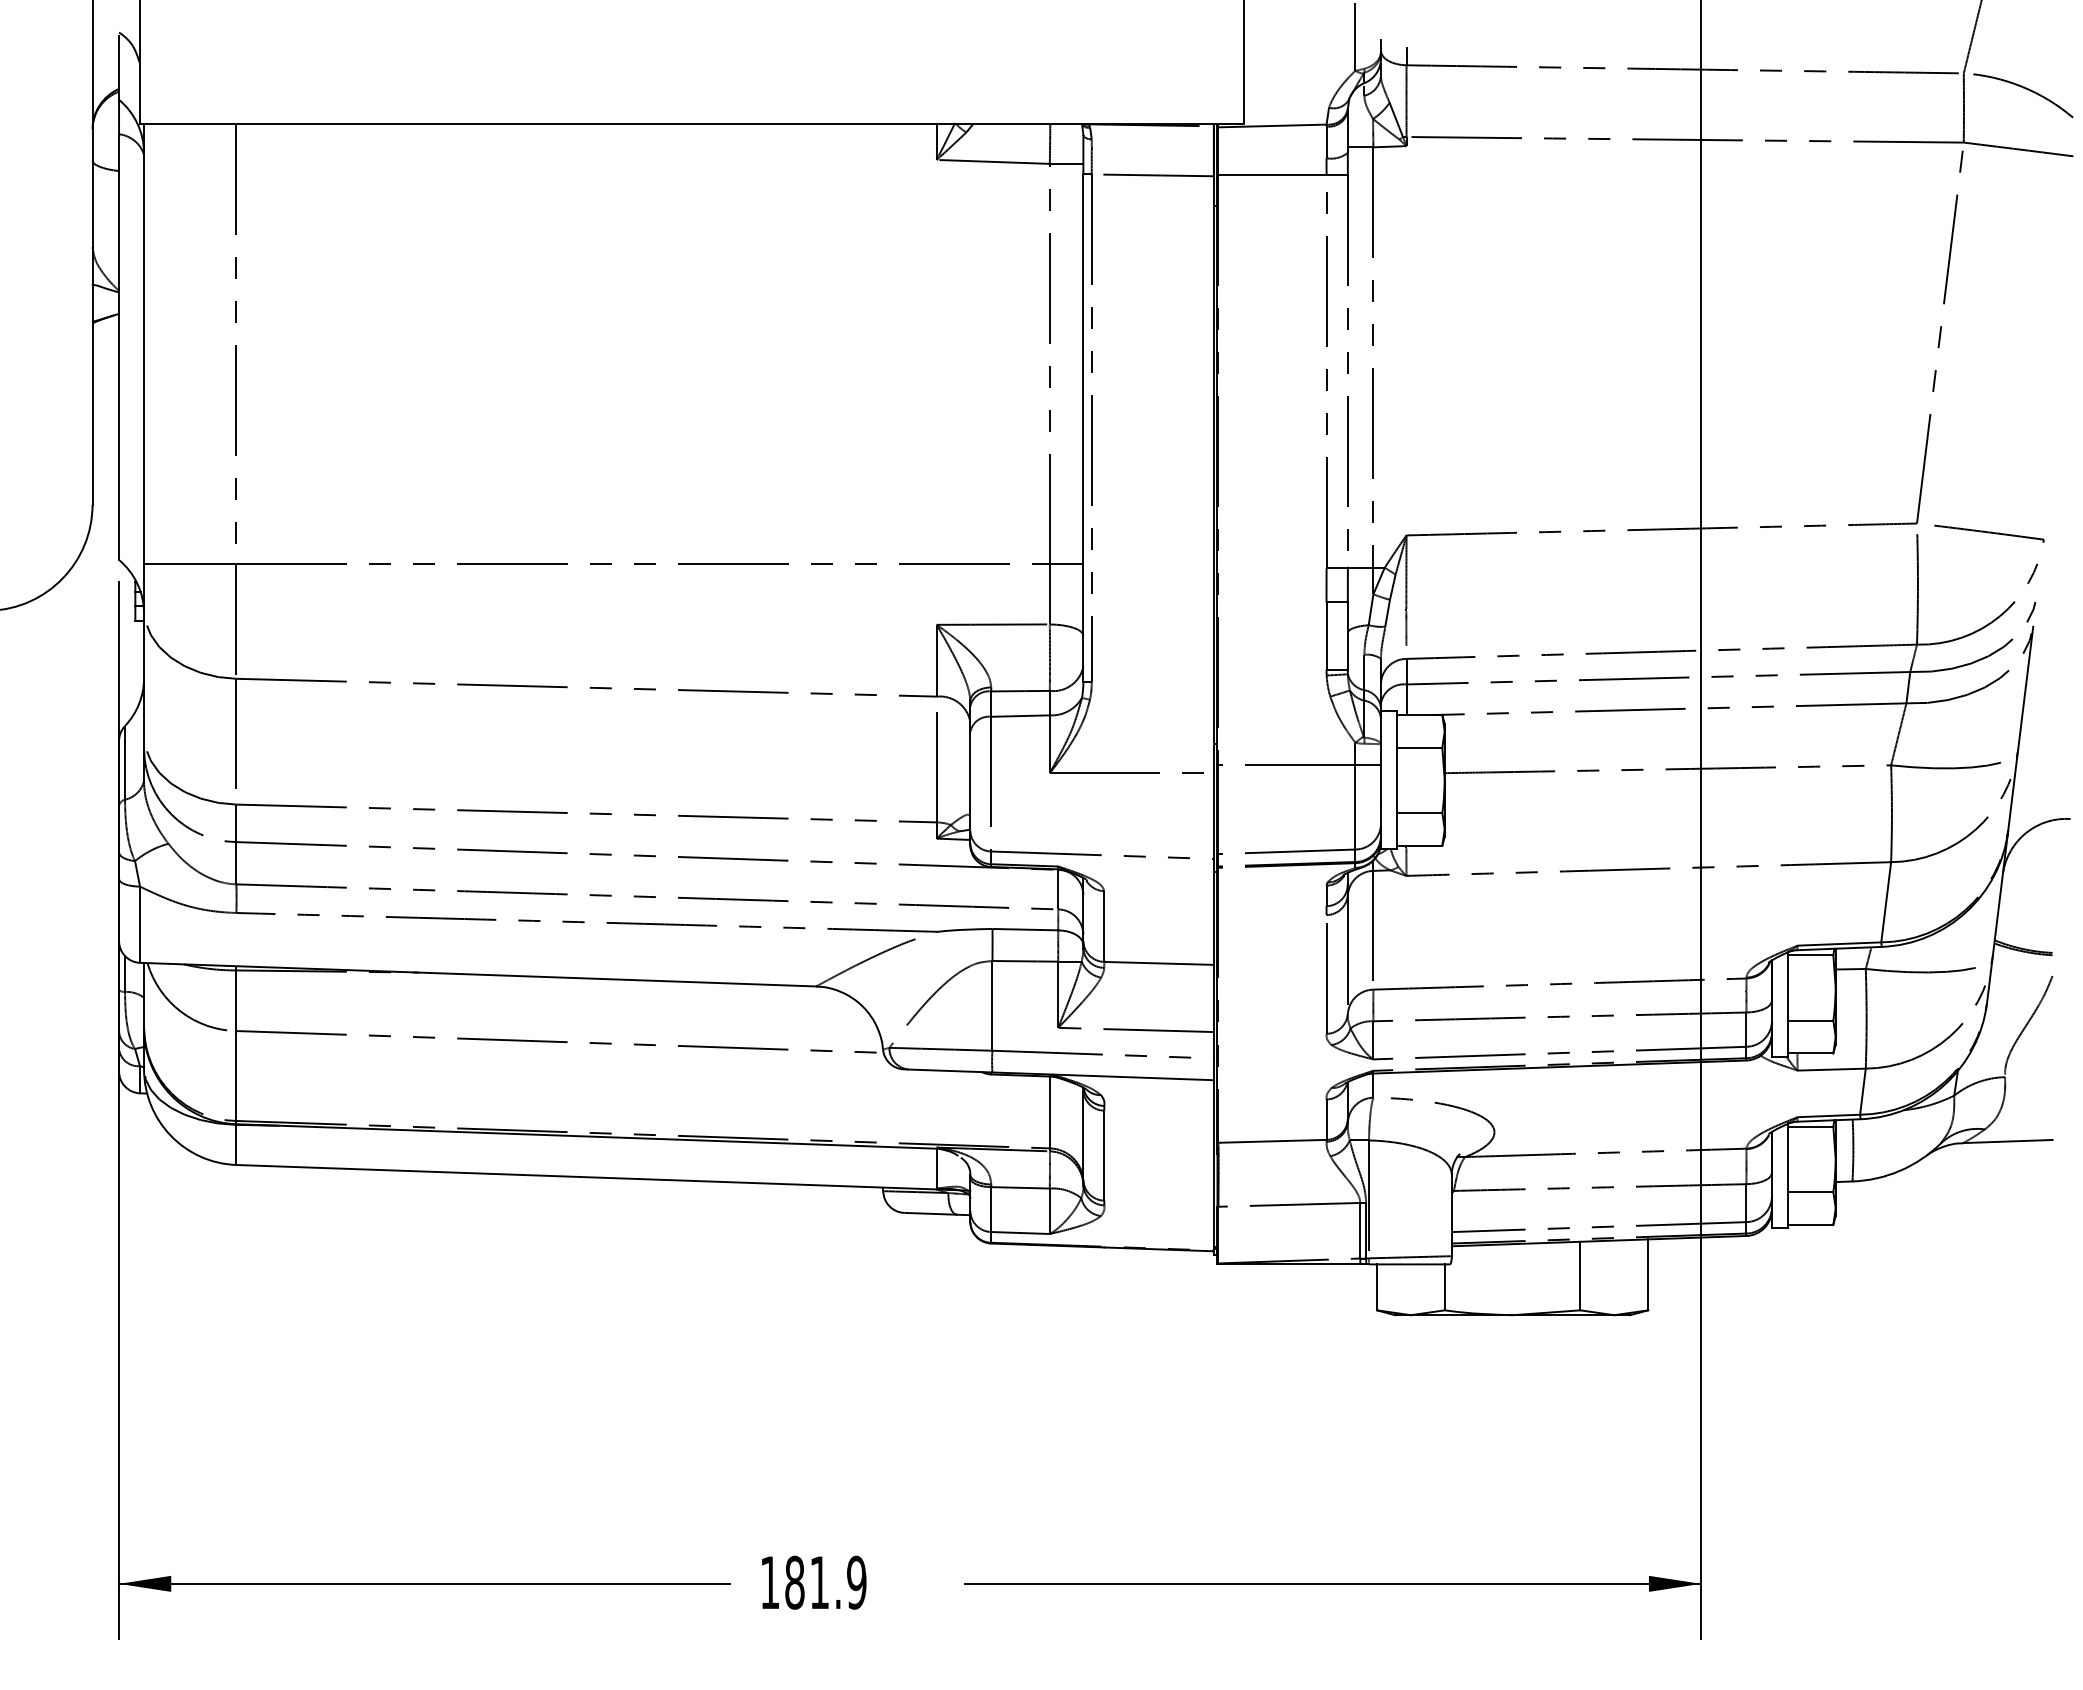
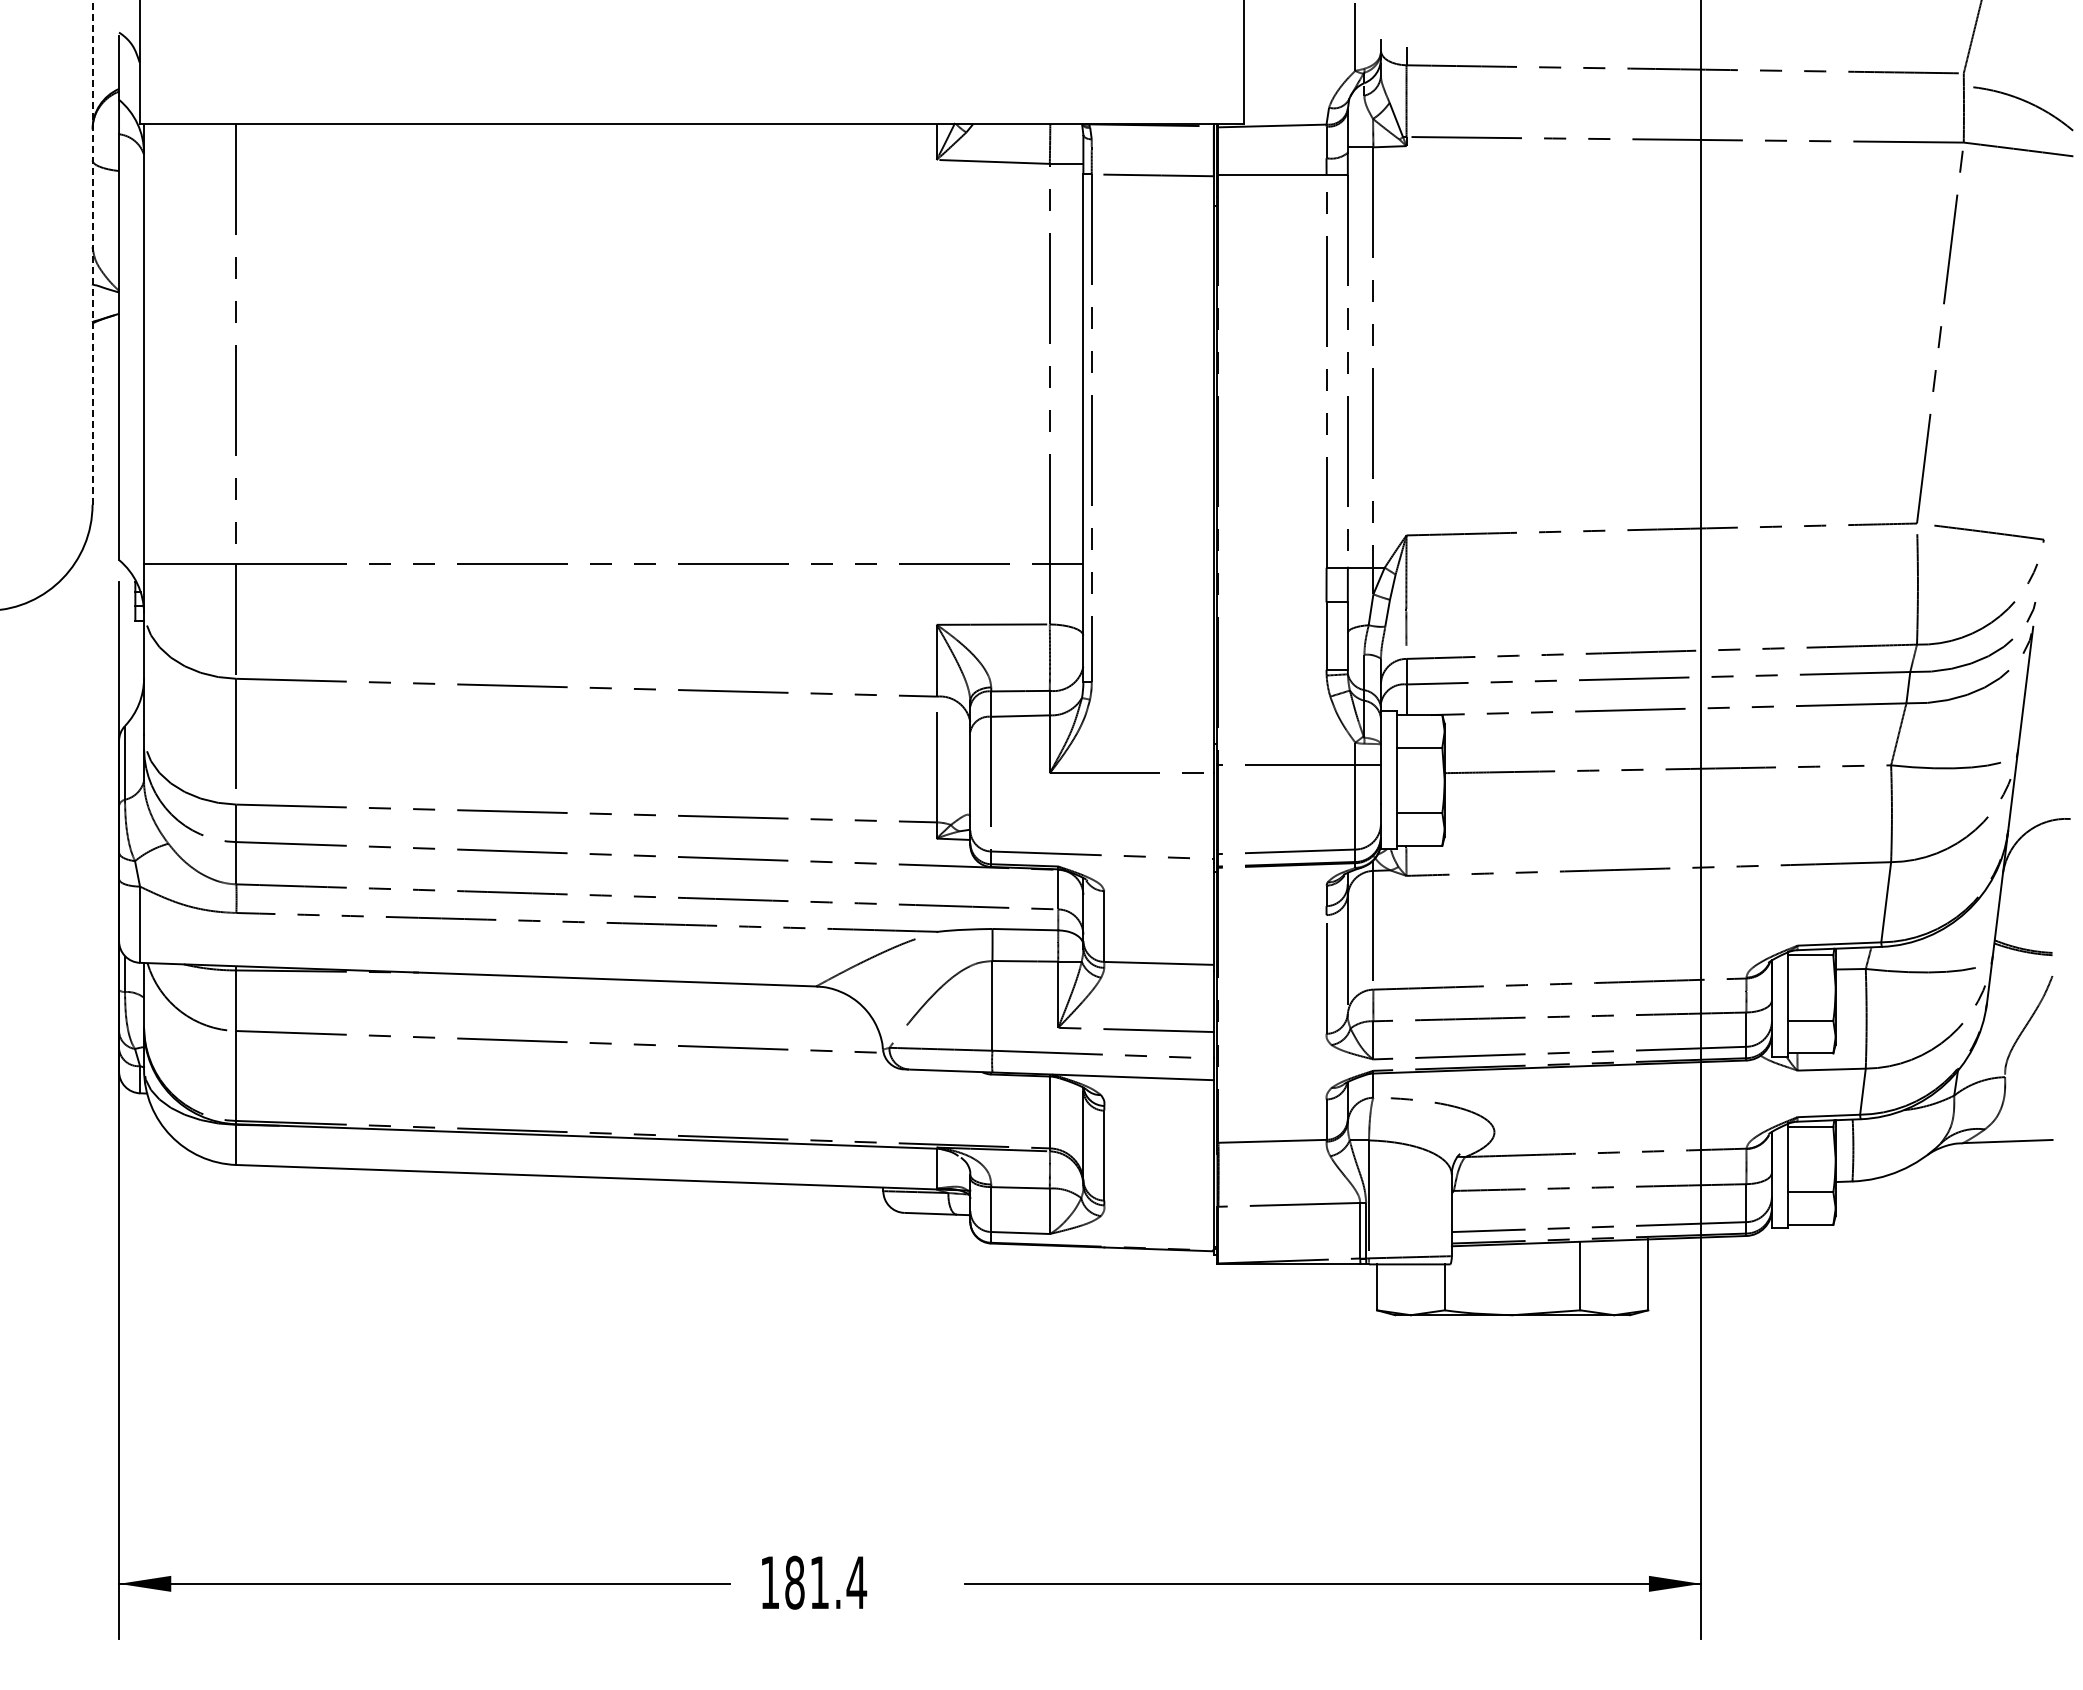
arc at (2025, 89) position: (2025, 89) -> (2025, 102)
line at (92, 251): solid -> dashed
text at (856, 1582): 181.9 -> 181.4
